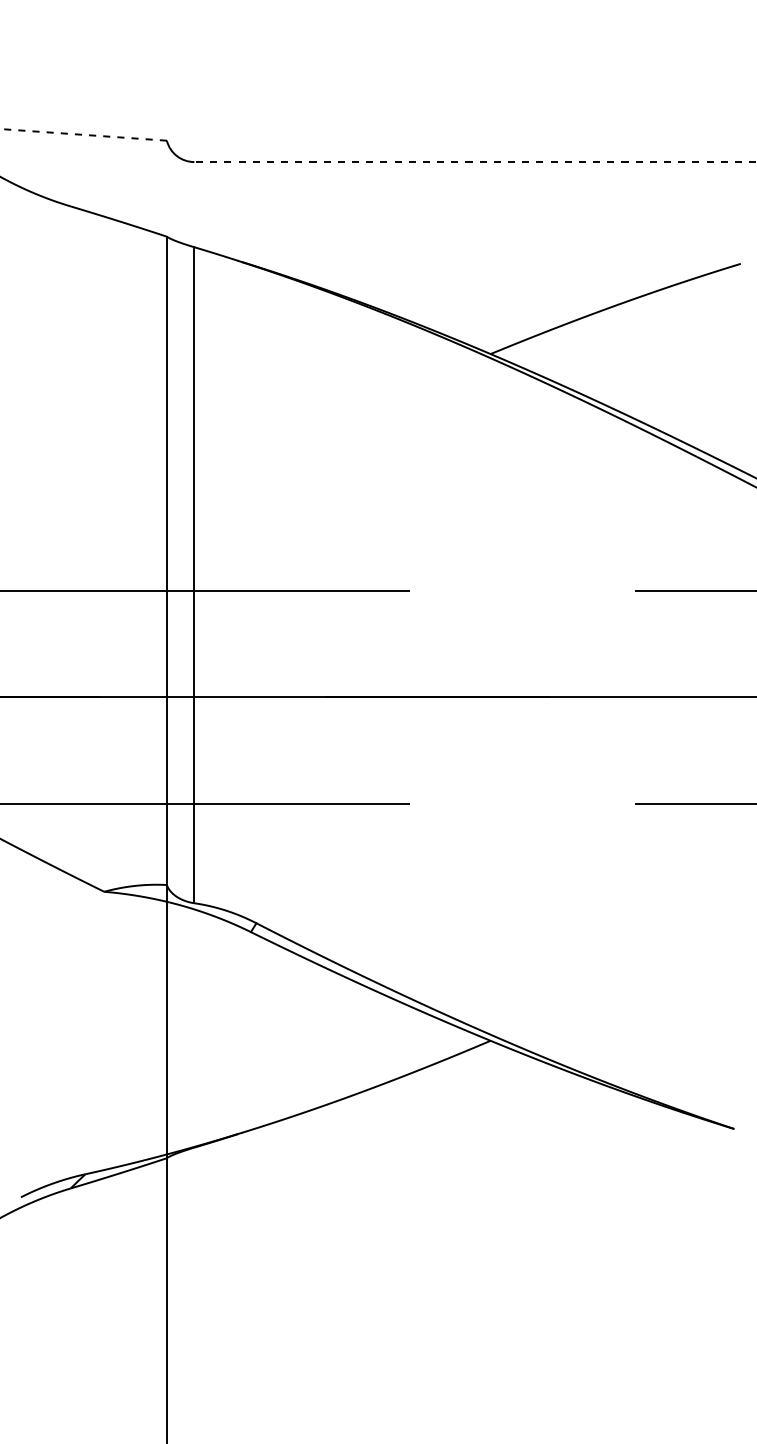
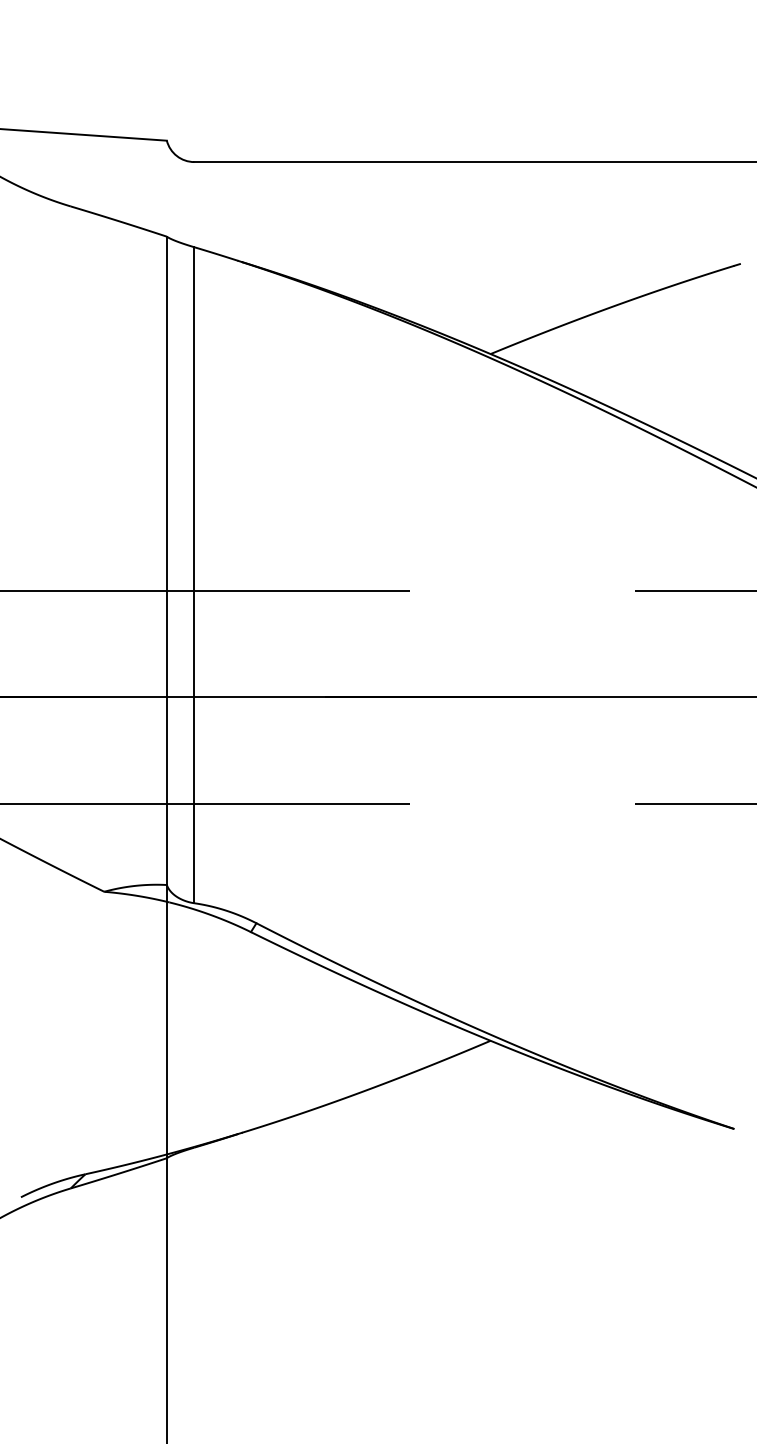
line at (83, 134): dashed -> solid
line at (475, 162): dashed -> solid
